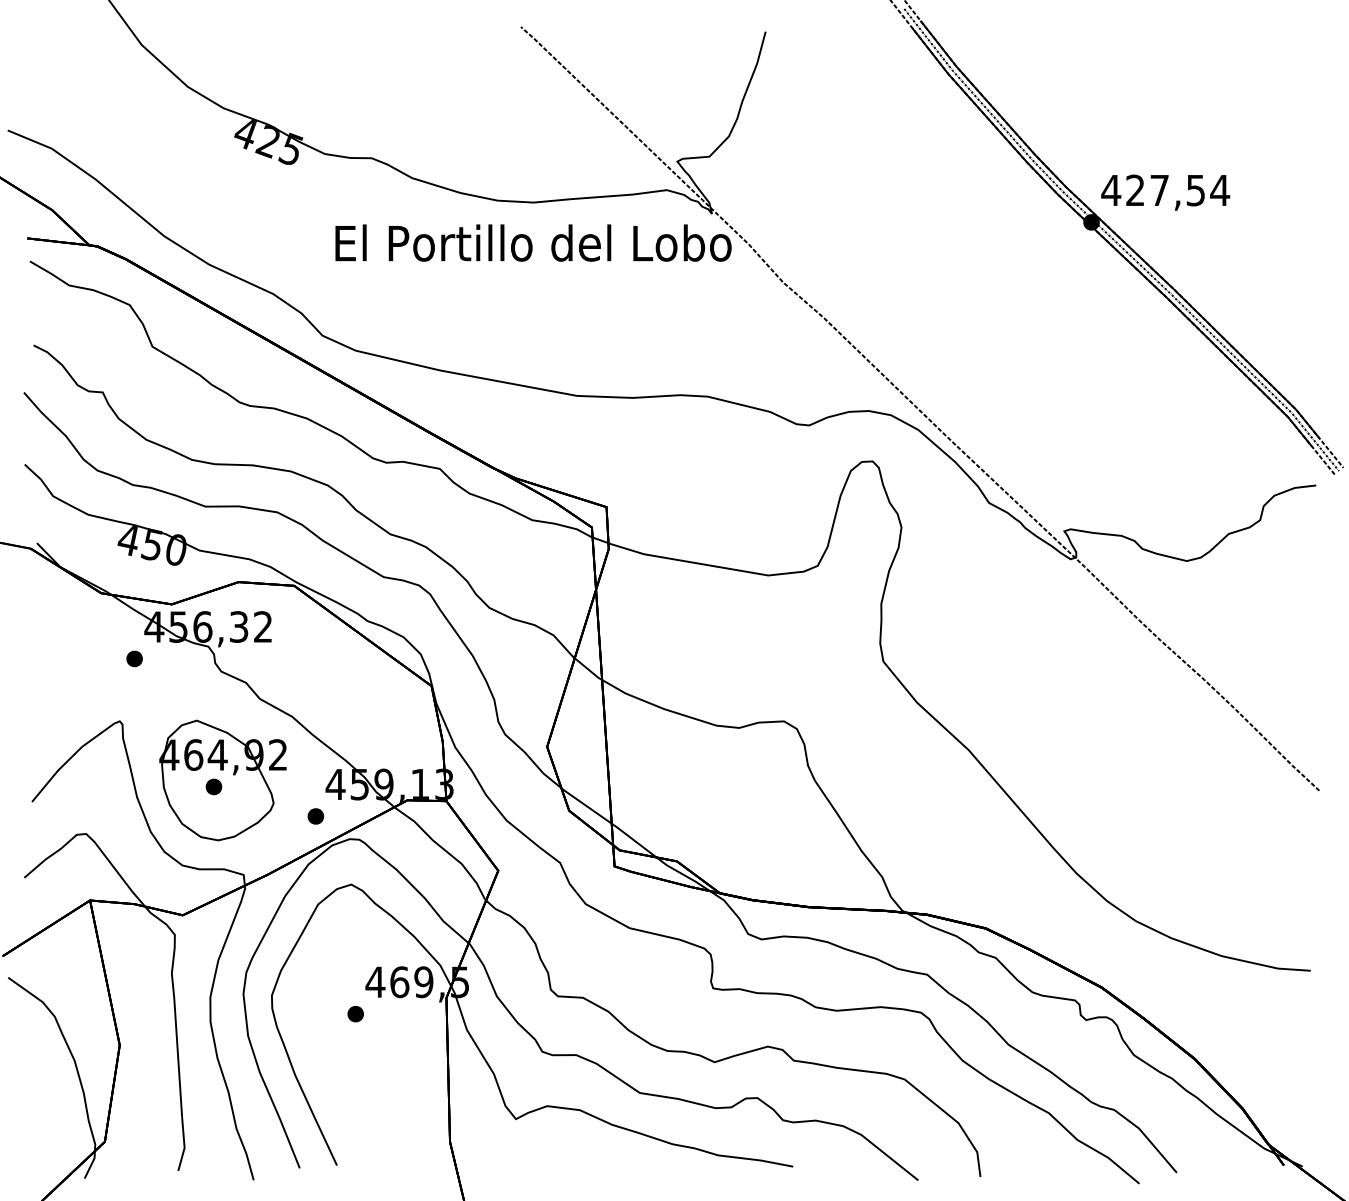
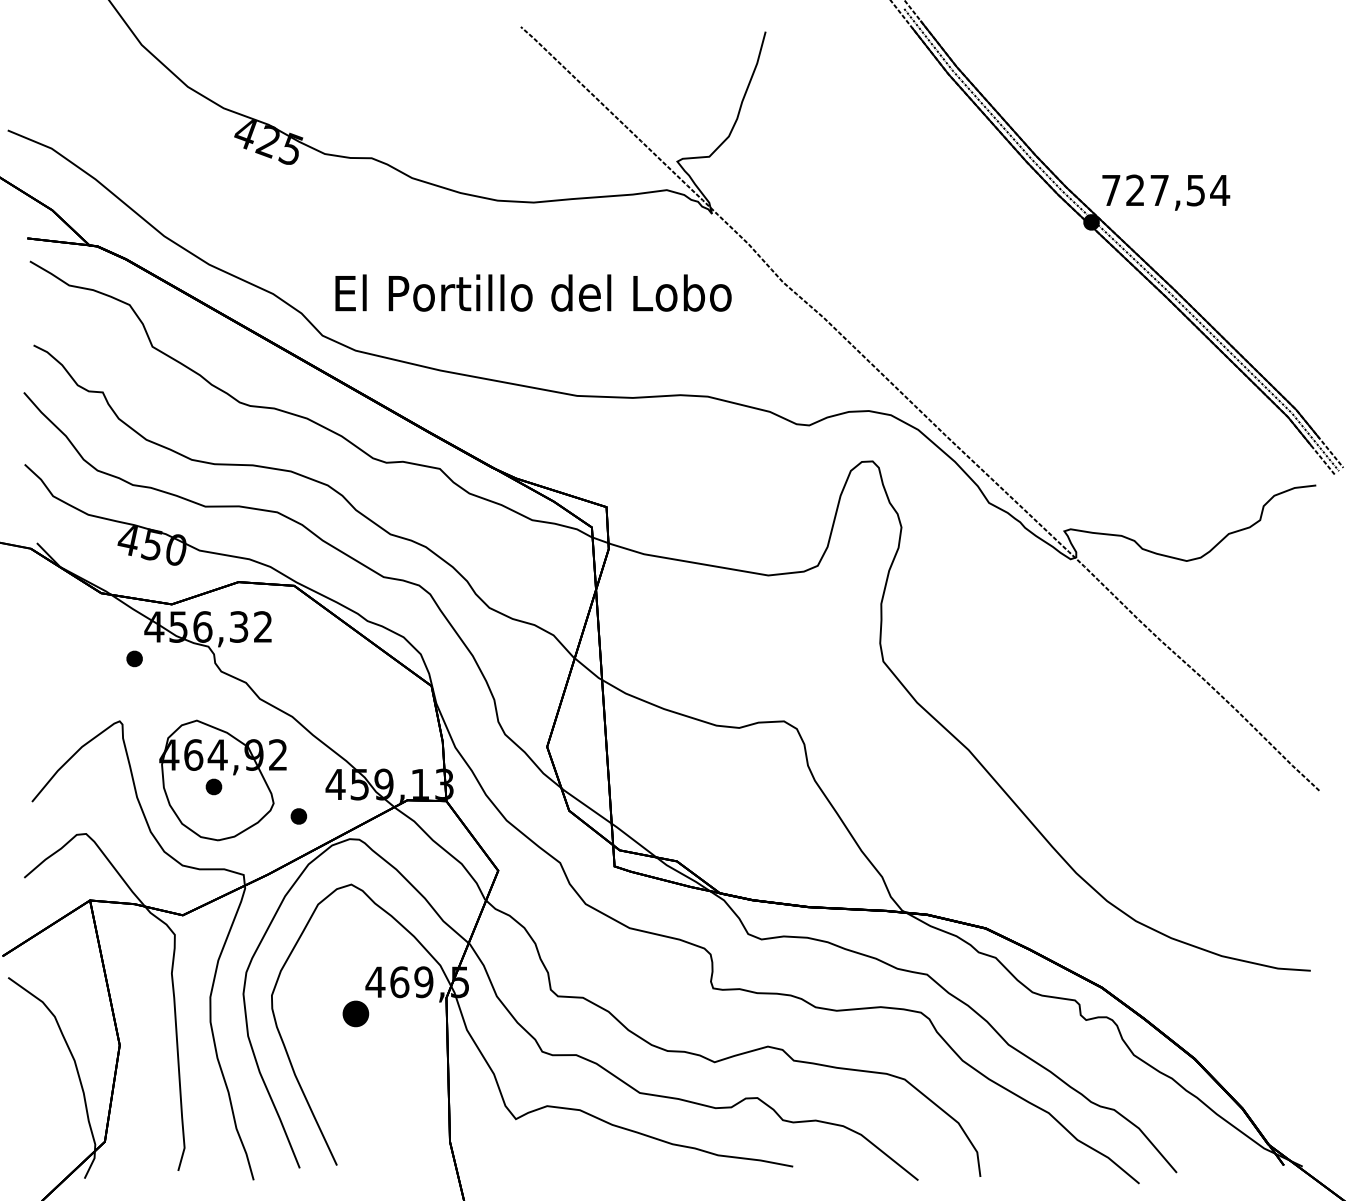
text at (1111, 190): 427,54 -> 727,54
text at (533, 242) position: (533, 242) -> (533, 292)
part at (315, 816) position: (315, 816) -> (298, 816)
part at (355, 1014) size: 17x17 px -> 28x28 px
